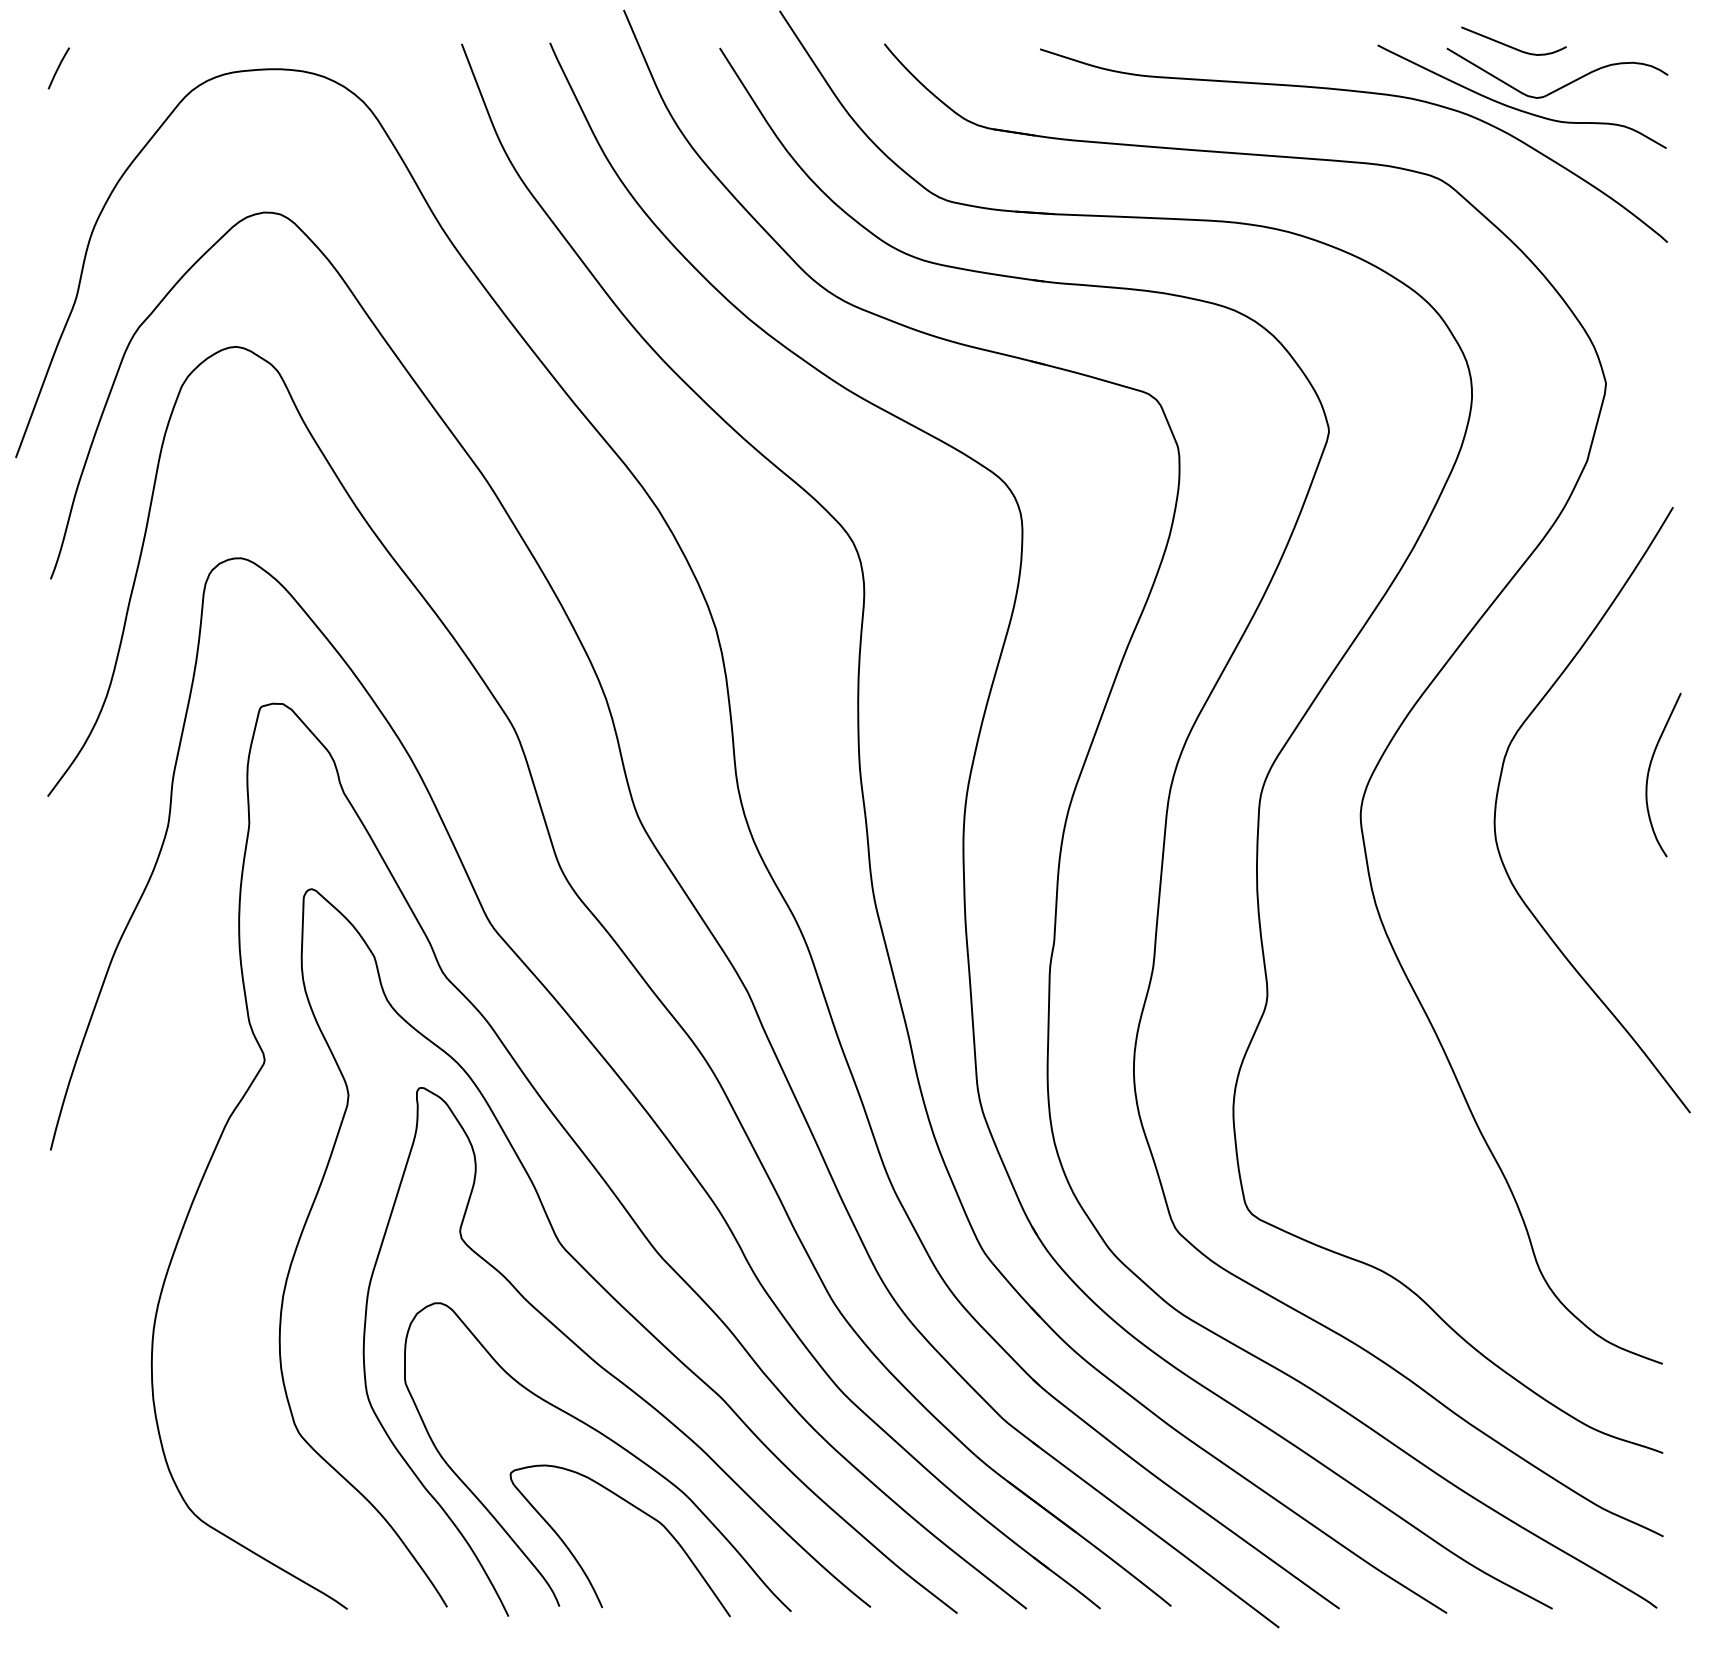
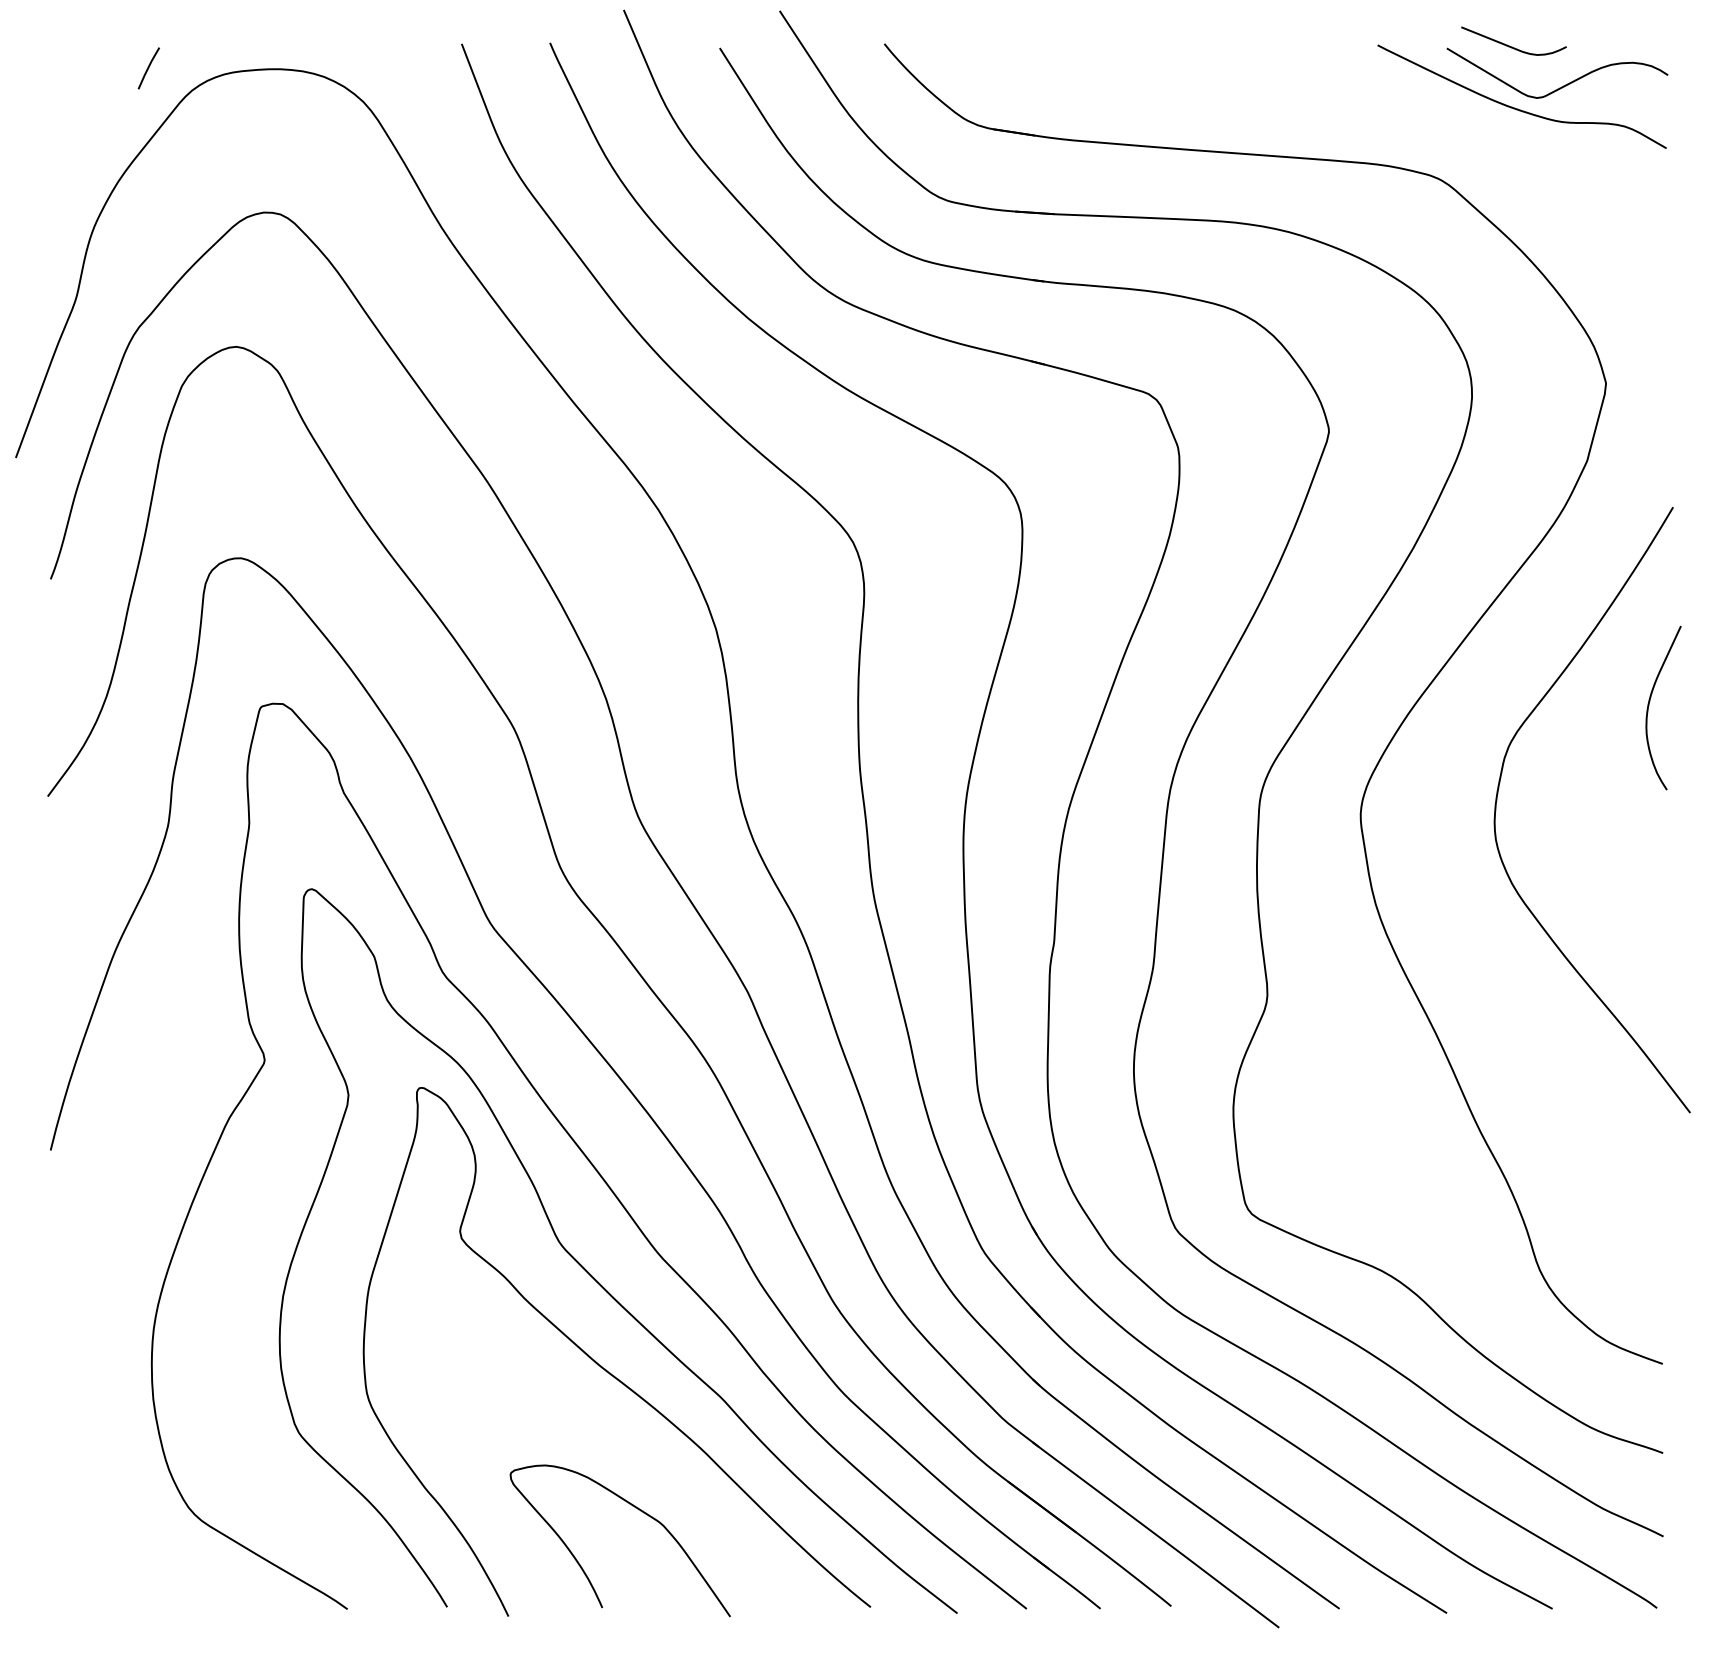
line at (58, 68) position: (58, 68) -> (148, 68)
curve at (1355, 92): present -> none
curve at (1649, 773) position: (1649, 773) -> (1649, 706)
curve at (608, 1439): present -> none
